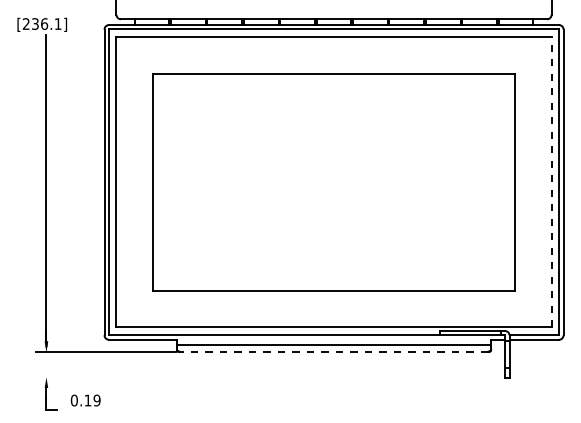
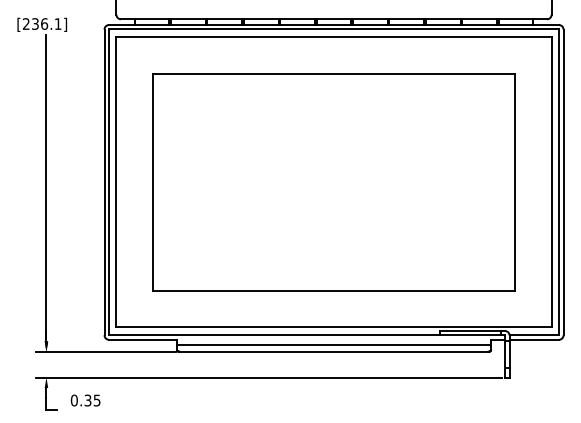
line at (551, 181): dashed -> solid
line at (333, 351): dashed -> solid
line at (268, 377): none -> present
text at (92, 400): 0.19 -> 0.35
